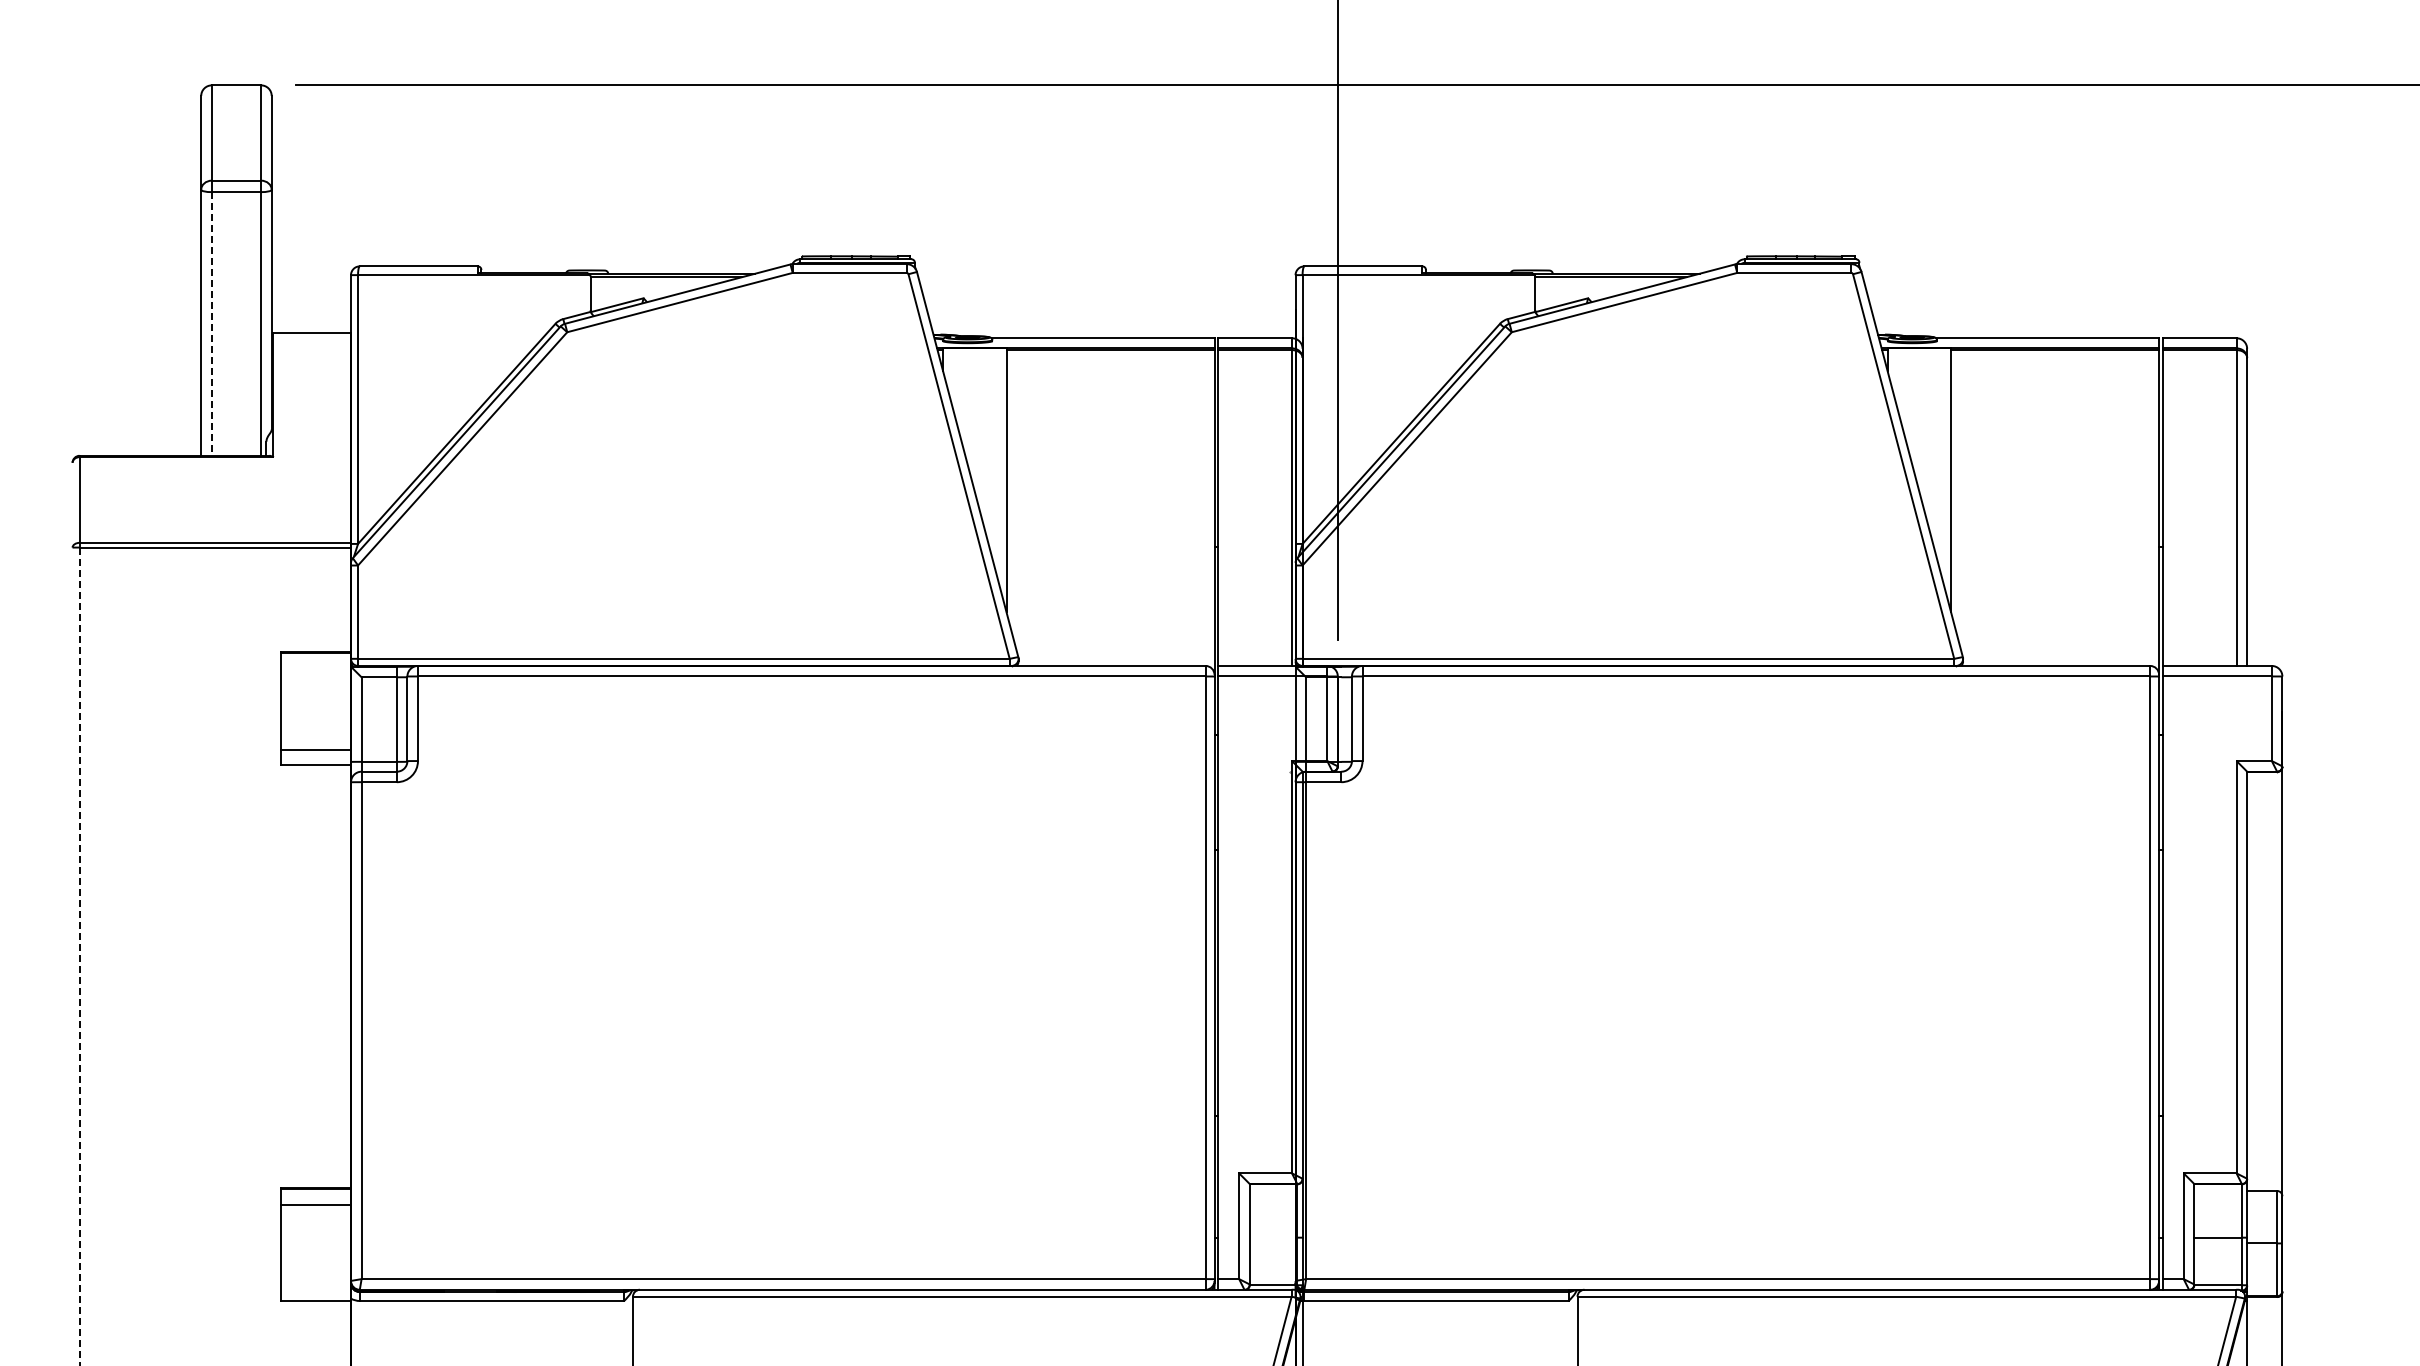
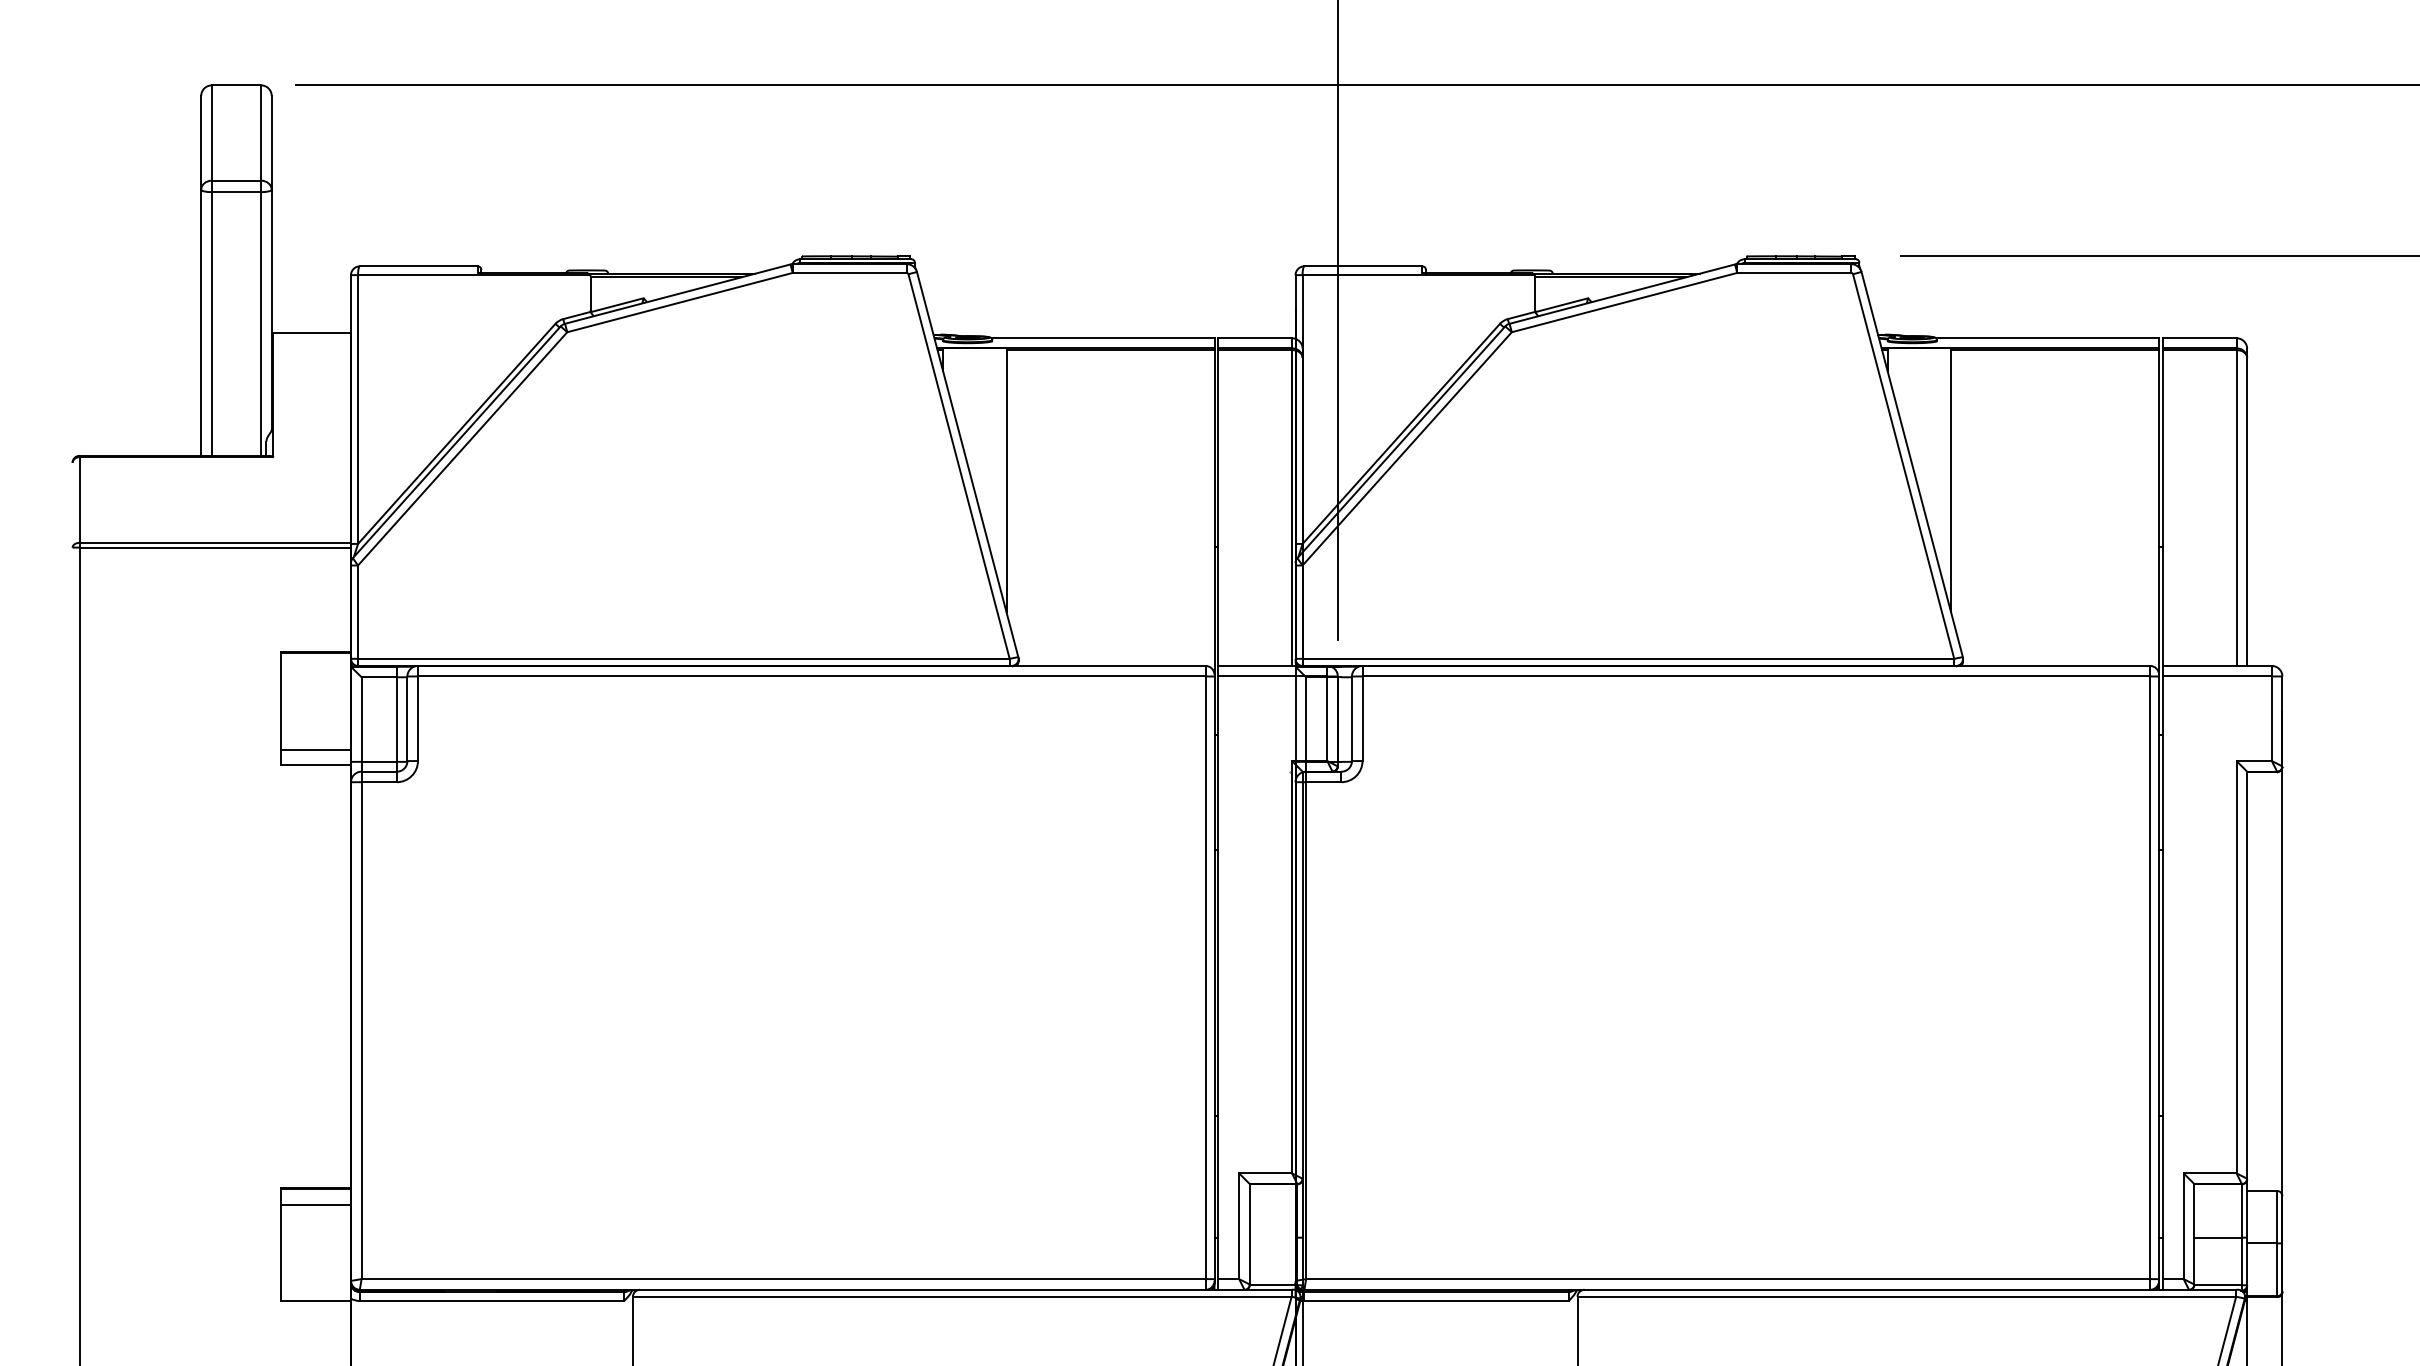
line at (2158, 256): none -> present
line at (211, 323): dashed -> solid
line at (79, 957): dashed -> solid
